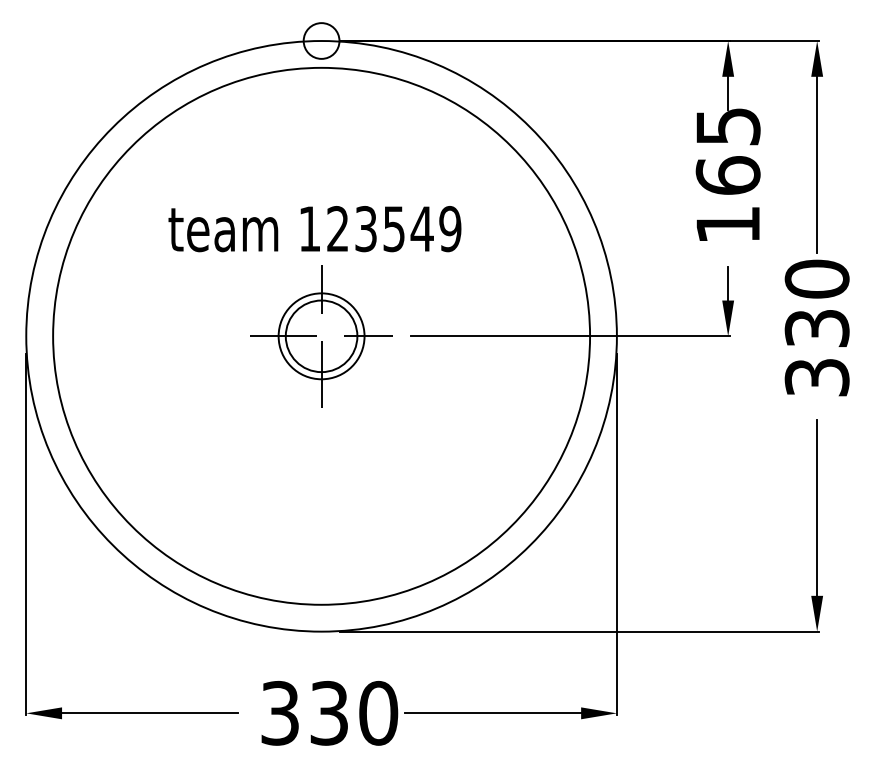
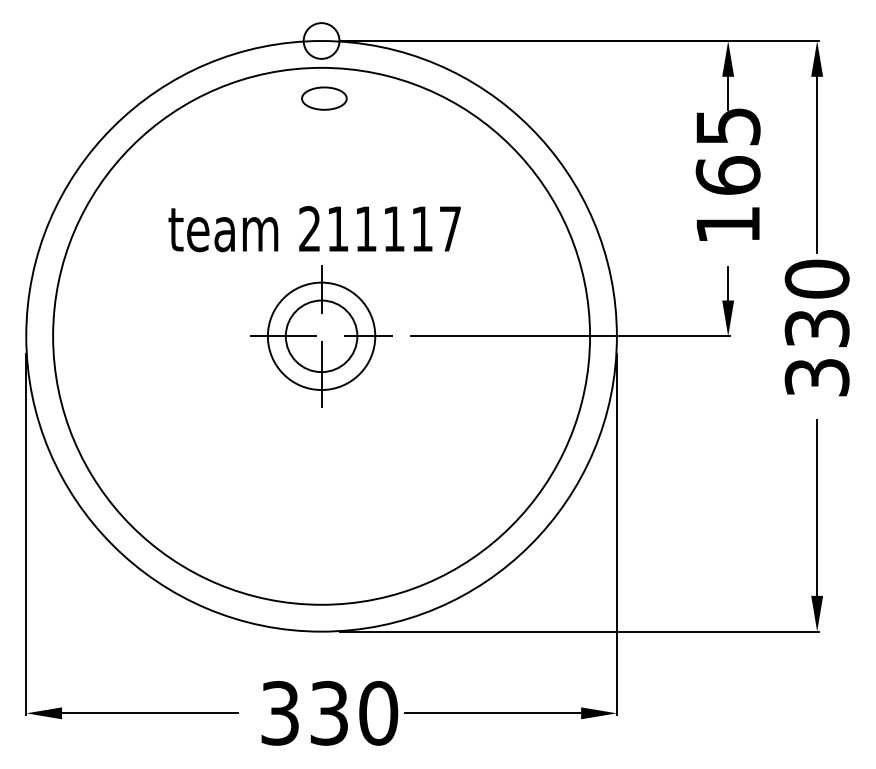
part at (324, 98): none -> present
text at (380, 229): 123549 -> 211117
circle at (321, 336) diameter: 86 px -> 107 px
